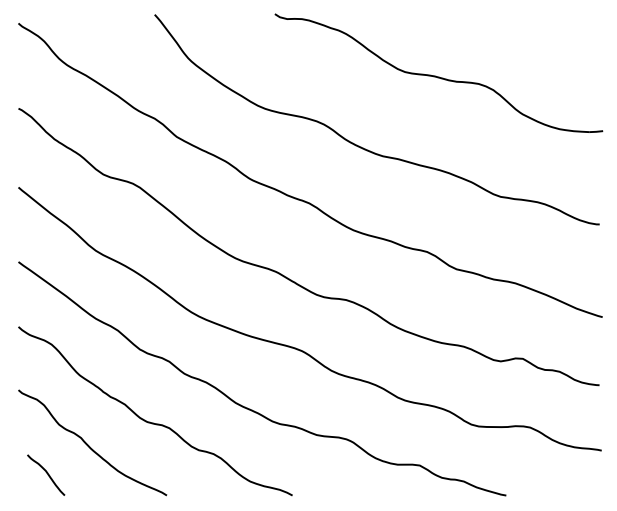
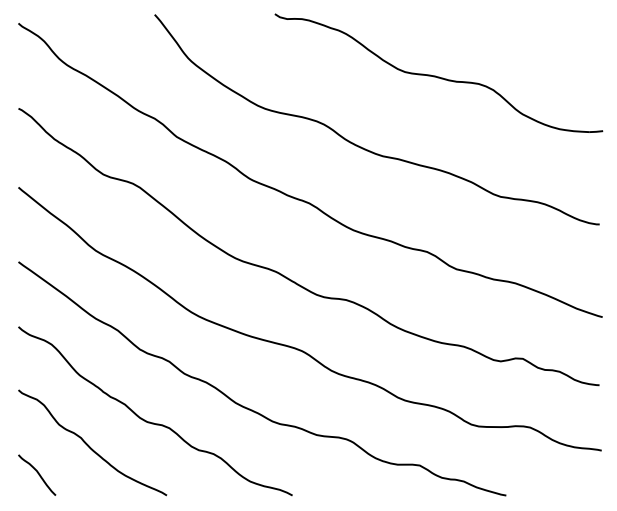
curve at (46, 473) position: (46, 473) -> (37, 473)
